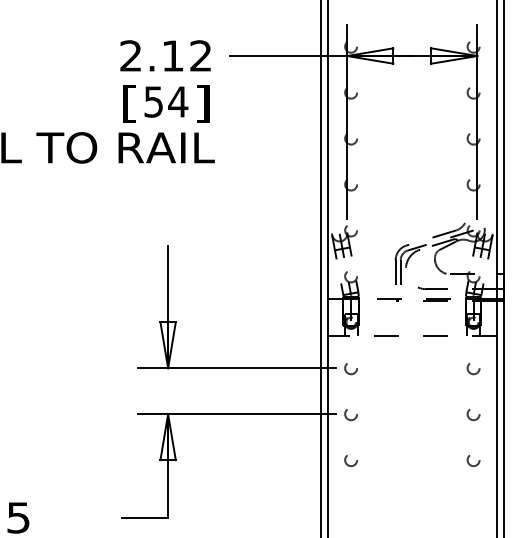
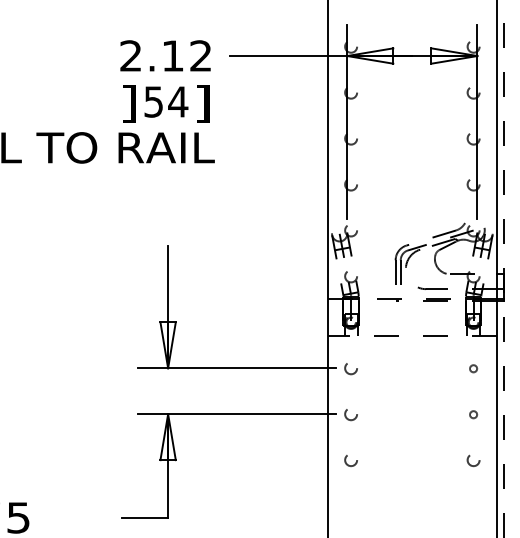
text at (129, 103): [ -> ]
line at (320, 268): present -> none
line at (504, 268): solid -> dashed
circle at (473, 369) size: 15x13 px -> 9x10 px
circle at (473, 415) size: 15x13 px -> 9x10 px
